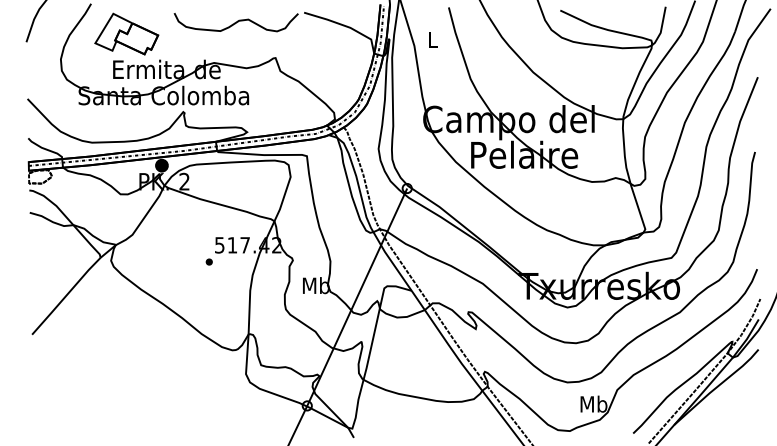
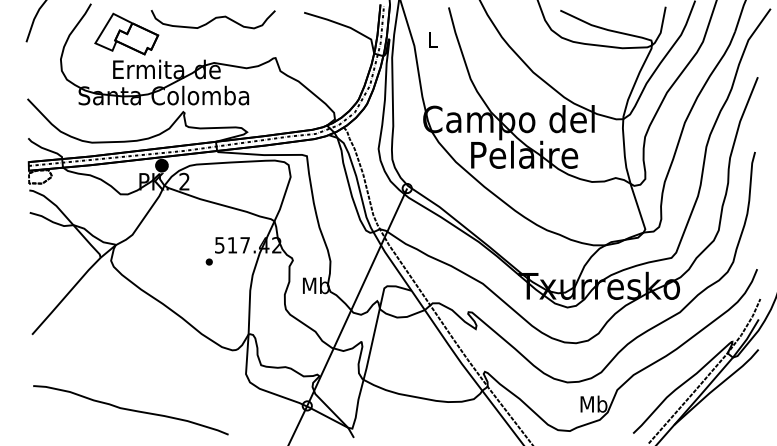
curve at (235, 22) position: (235, 22) -> (212, 19)
curve at (130, 410): none -> present
